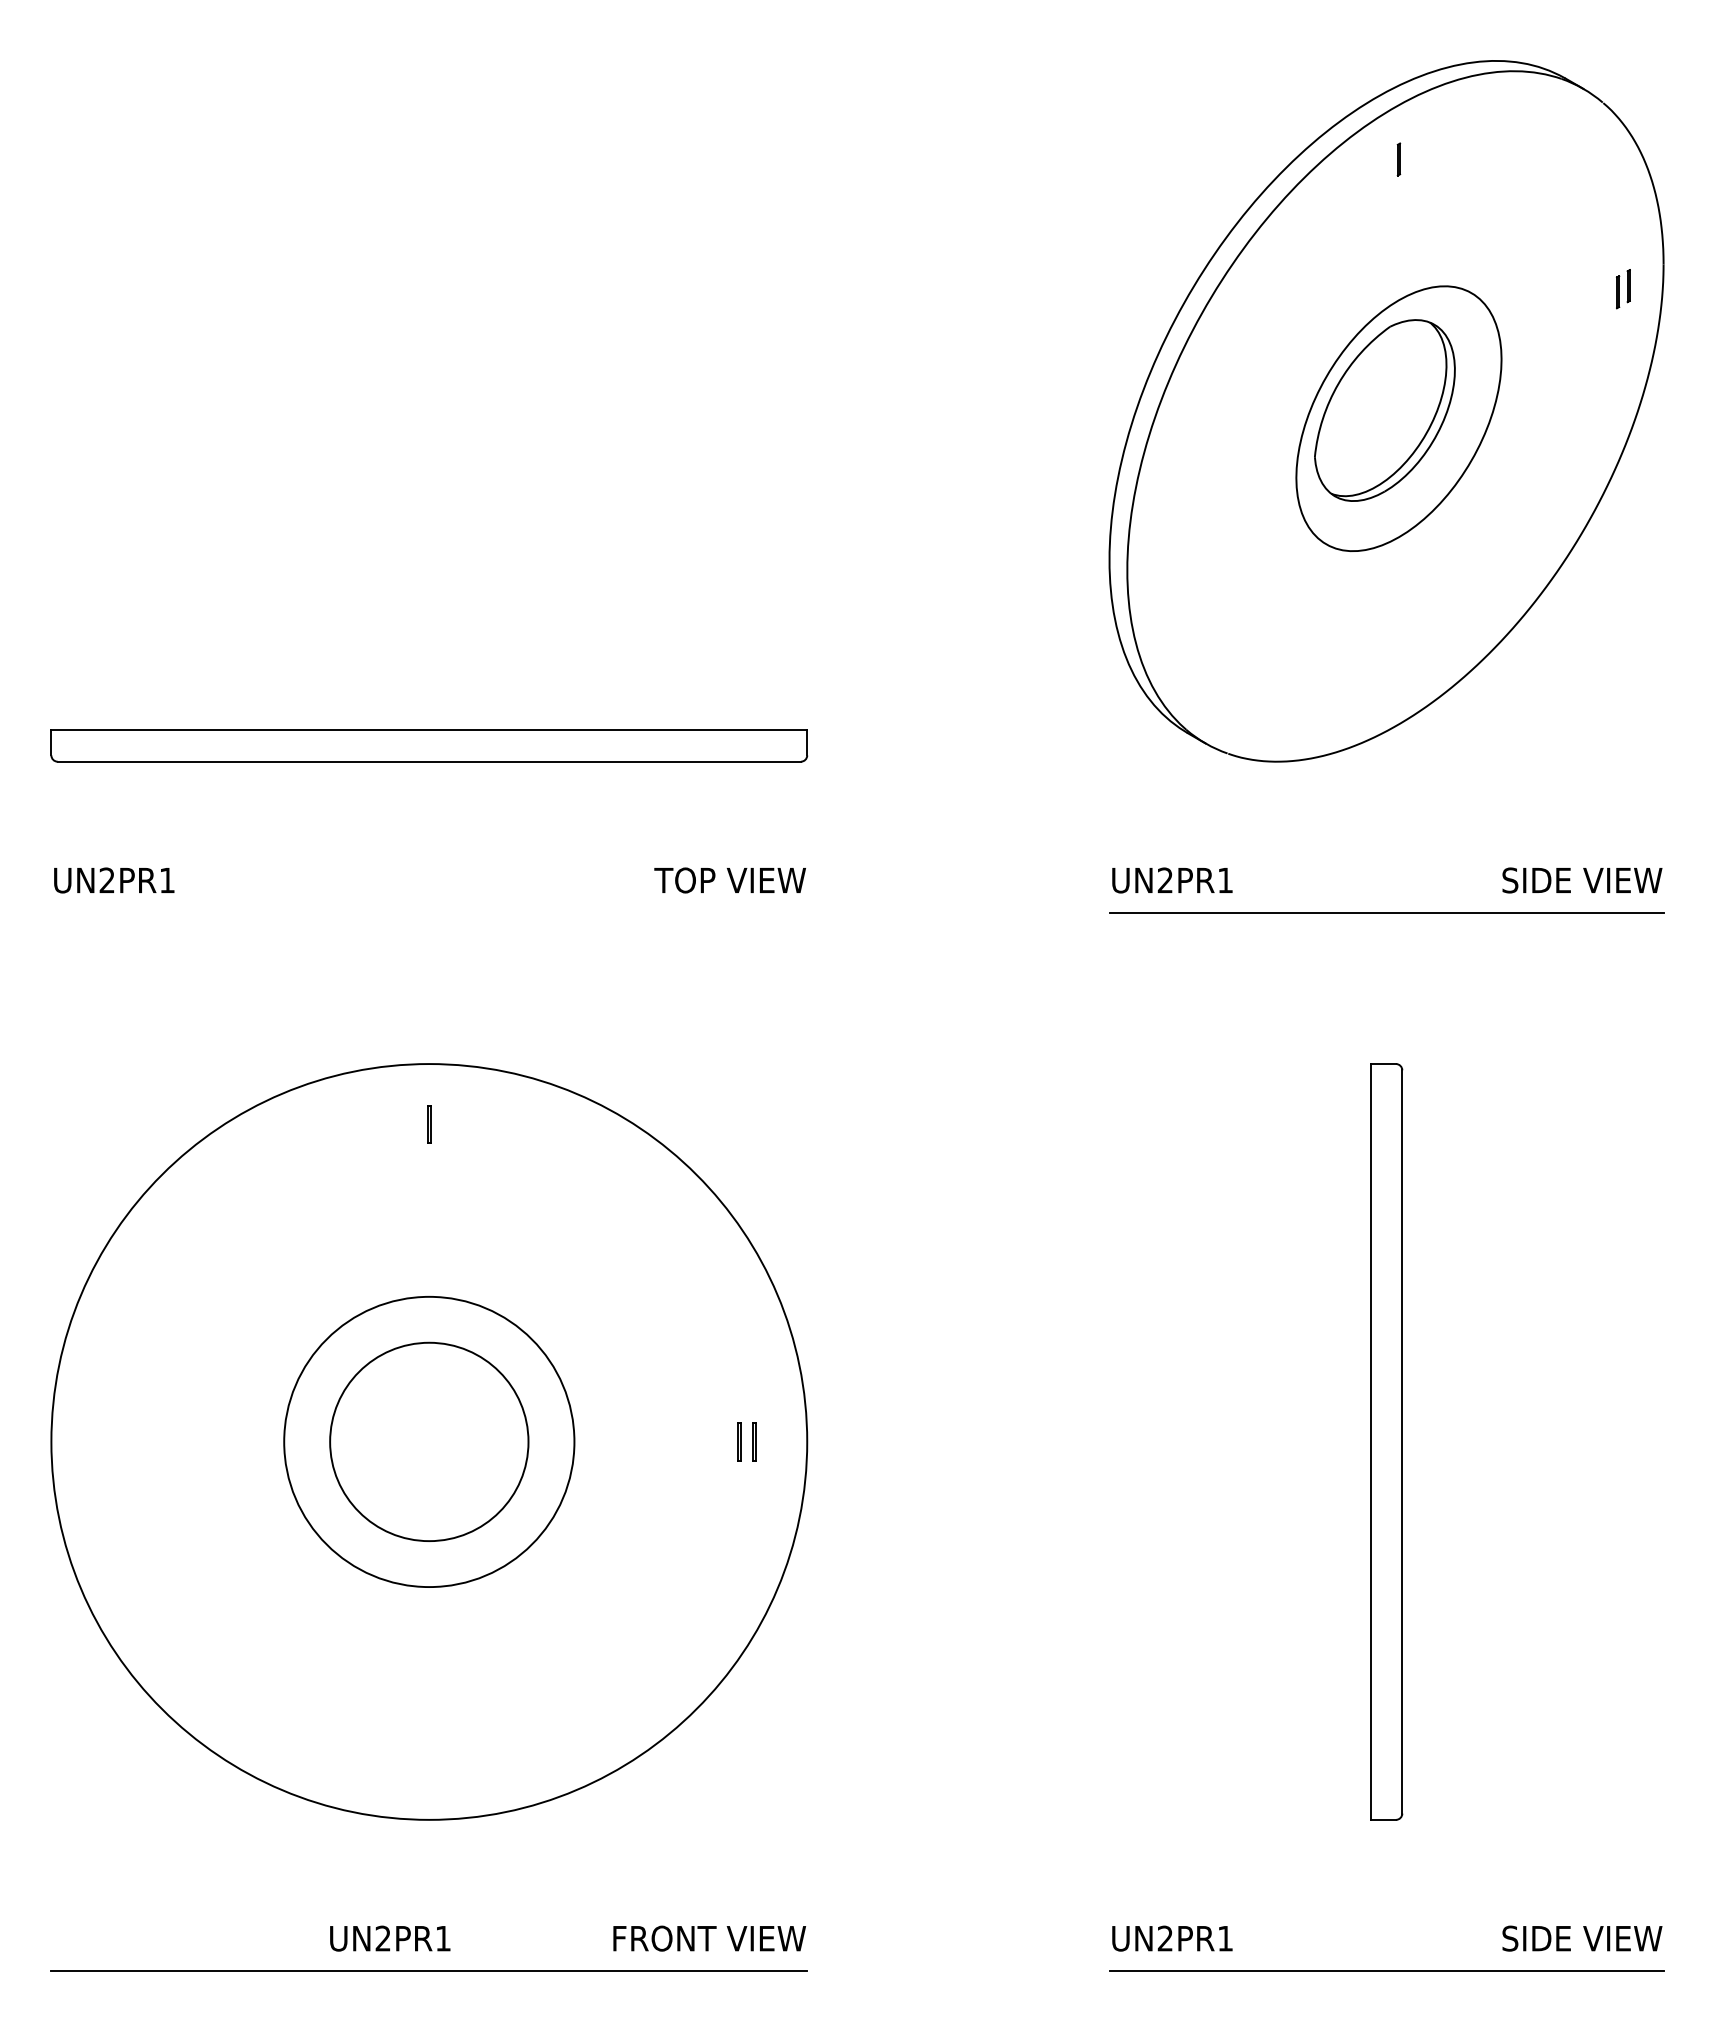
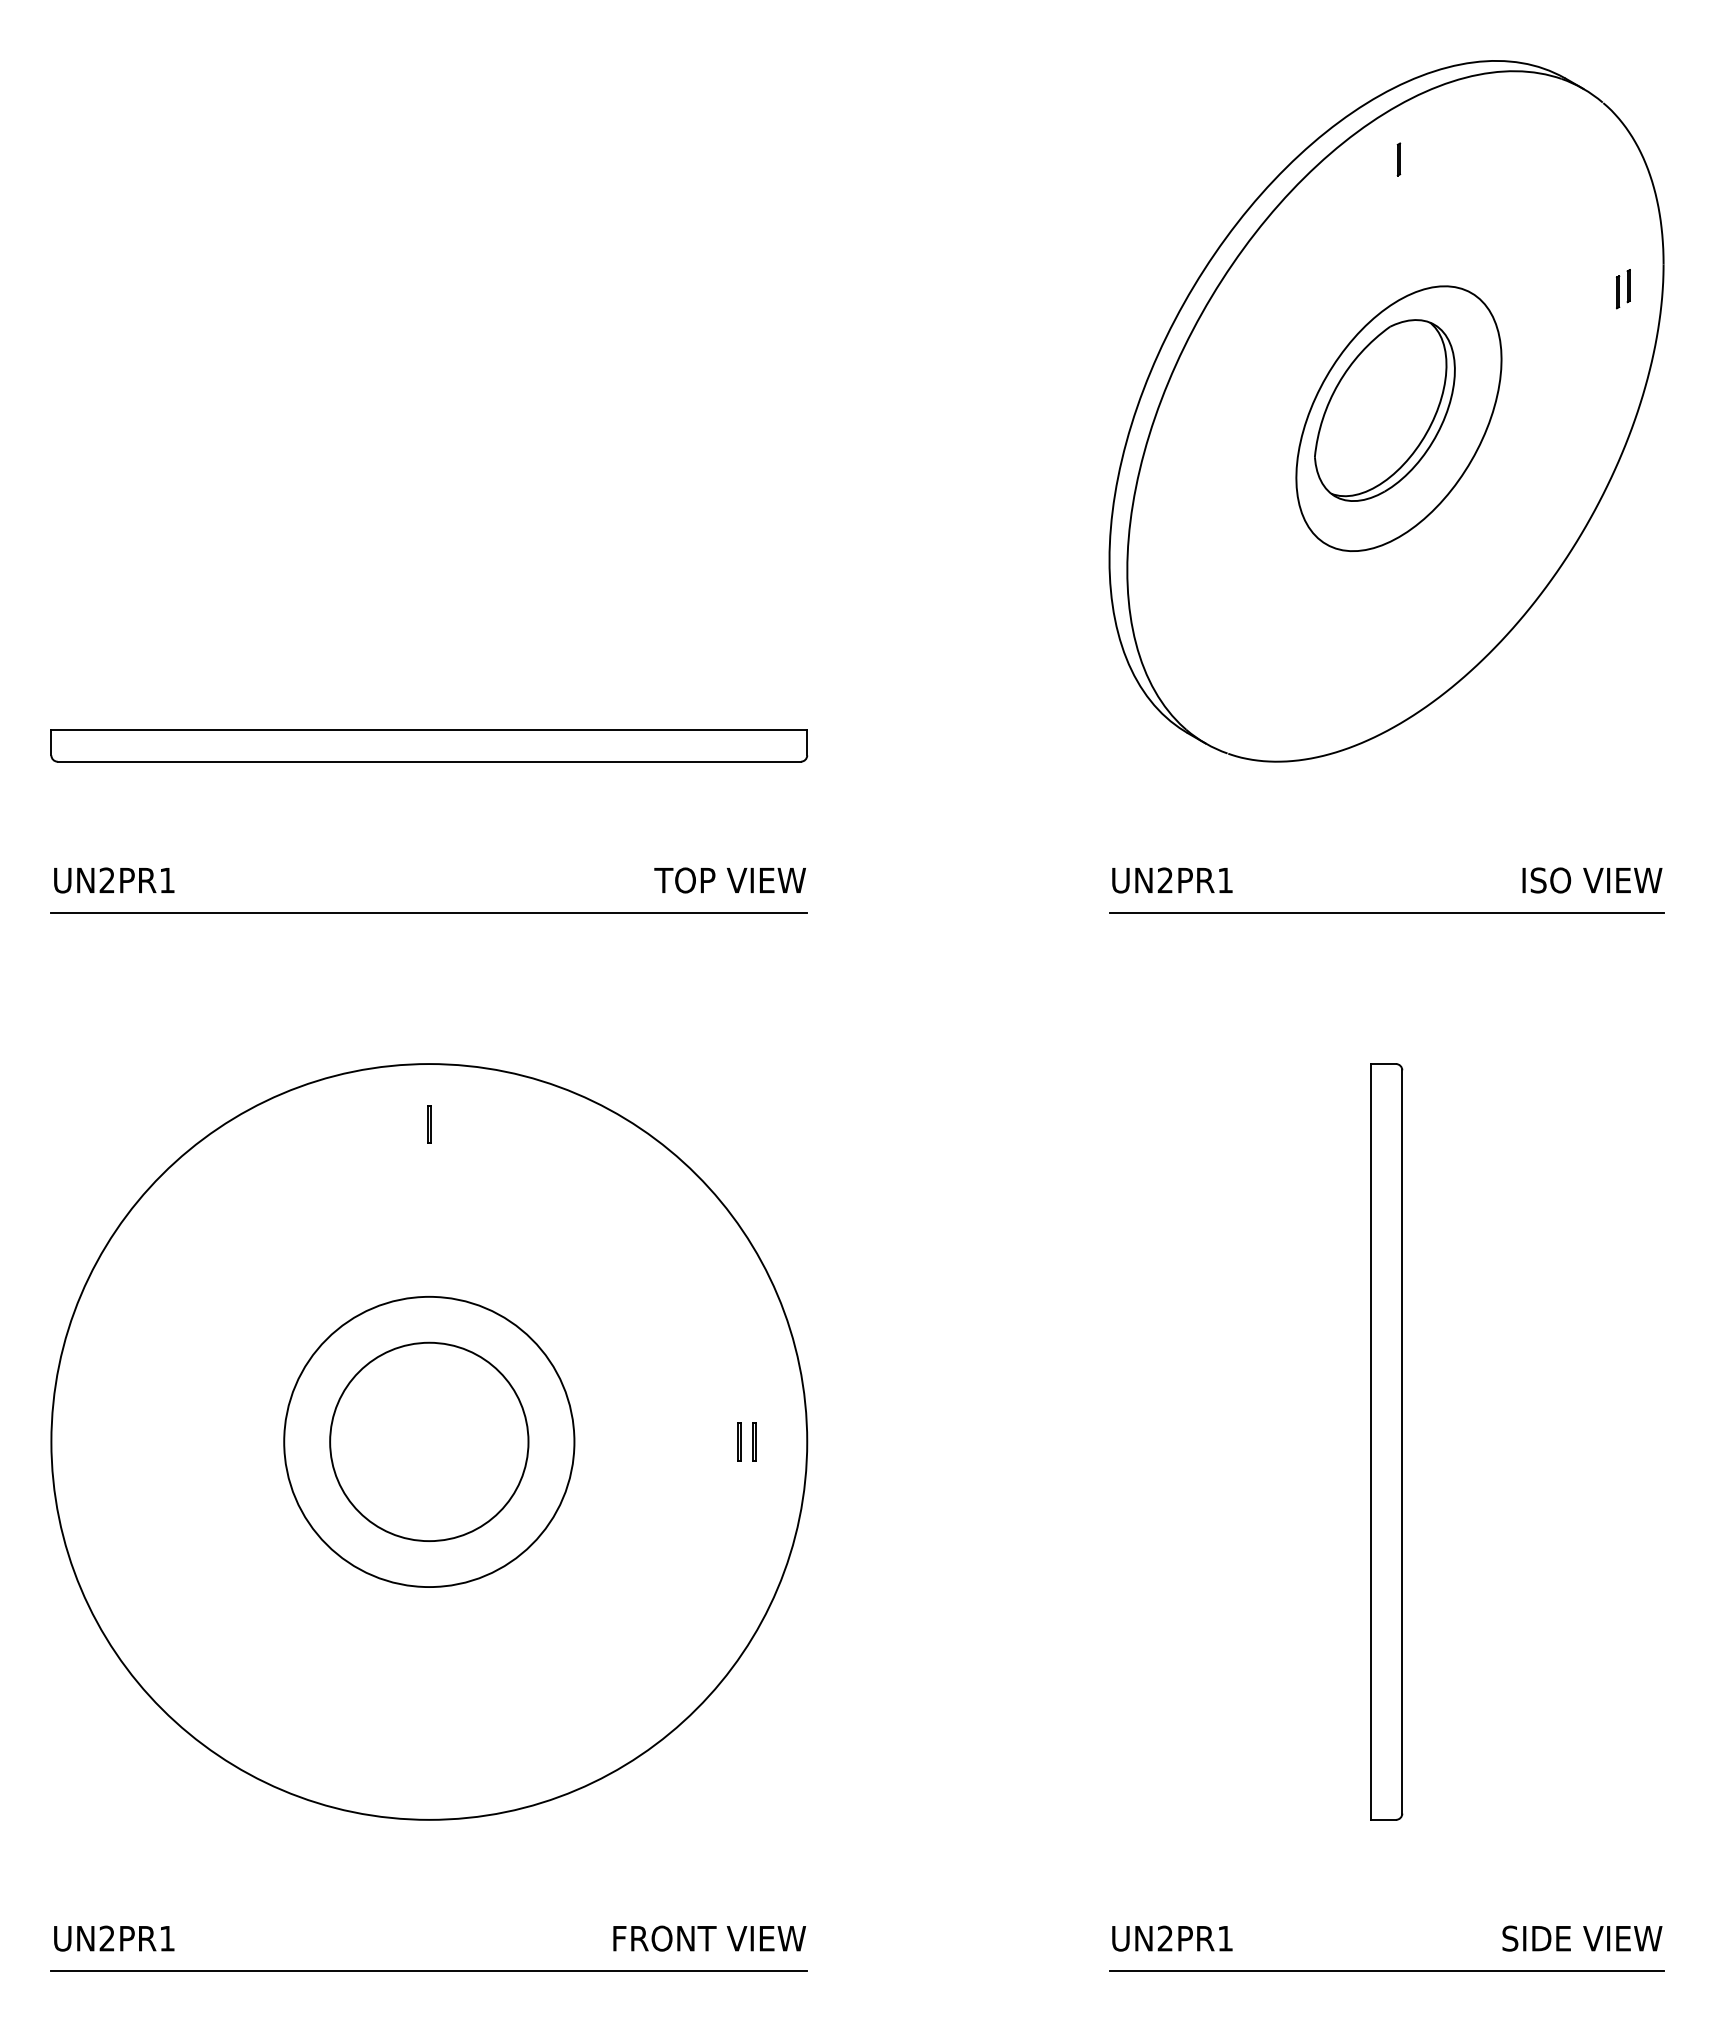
text at (1536, 880): SIDE VIEW -> ISO VIEW
line at (429, 912): none -> present
text at (390, 1938) position: (390, 1938) -> (114, 1938)
